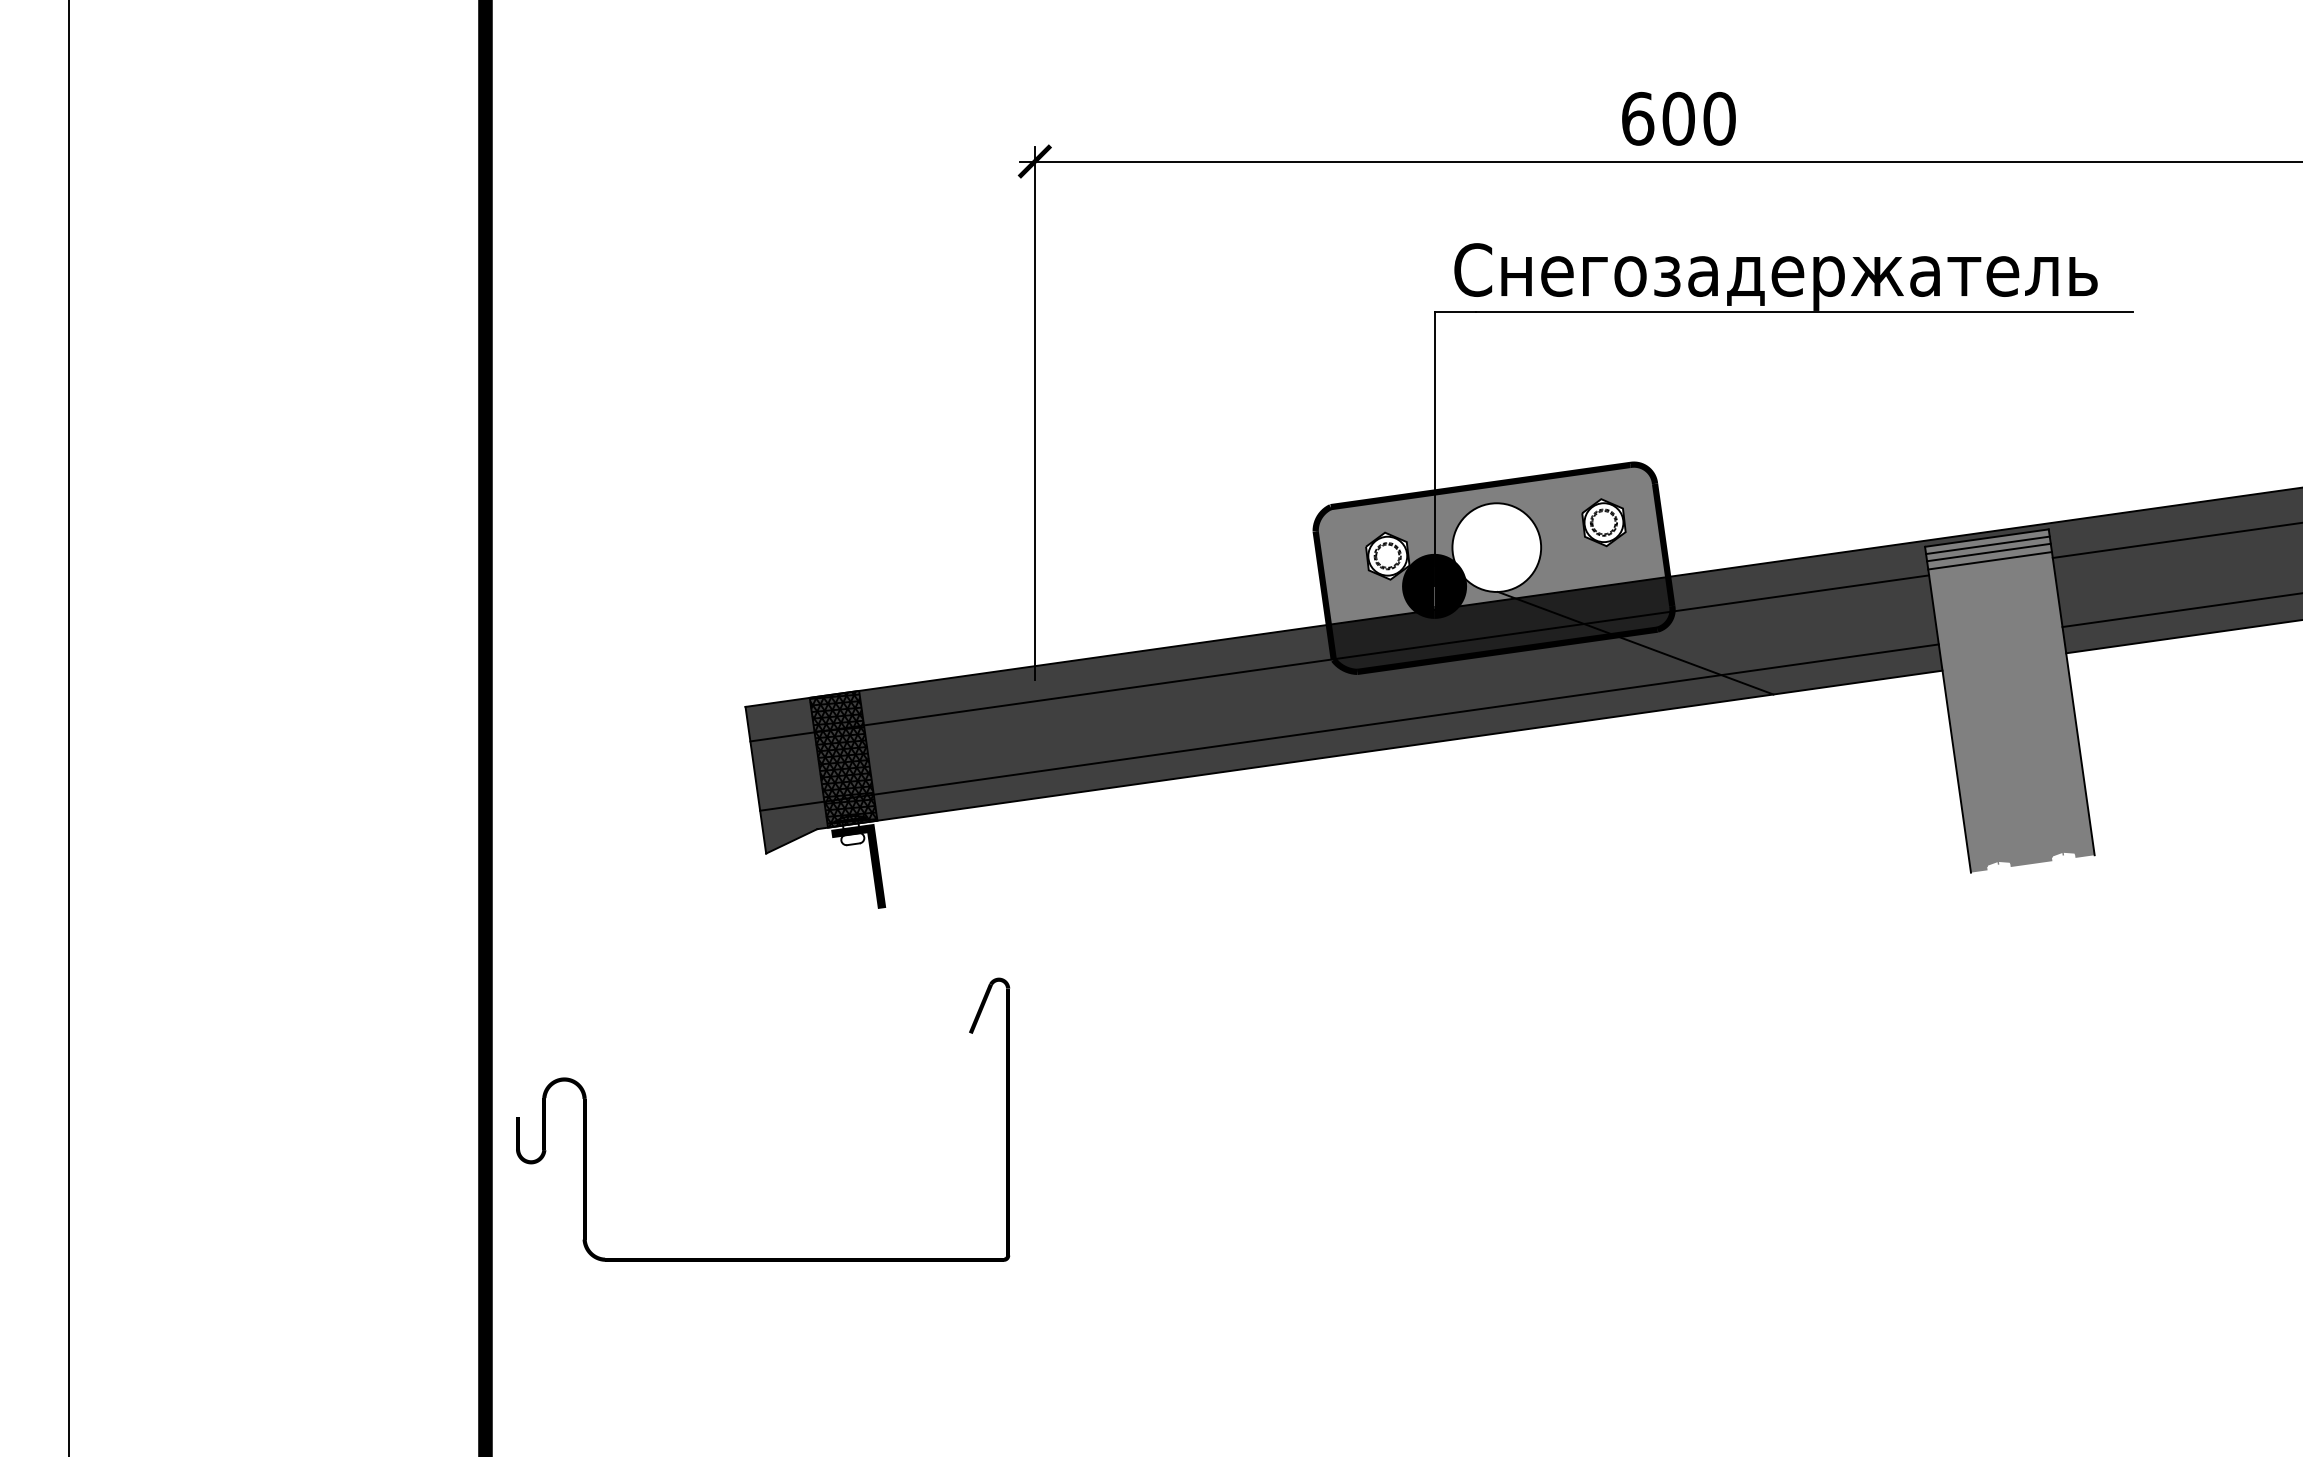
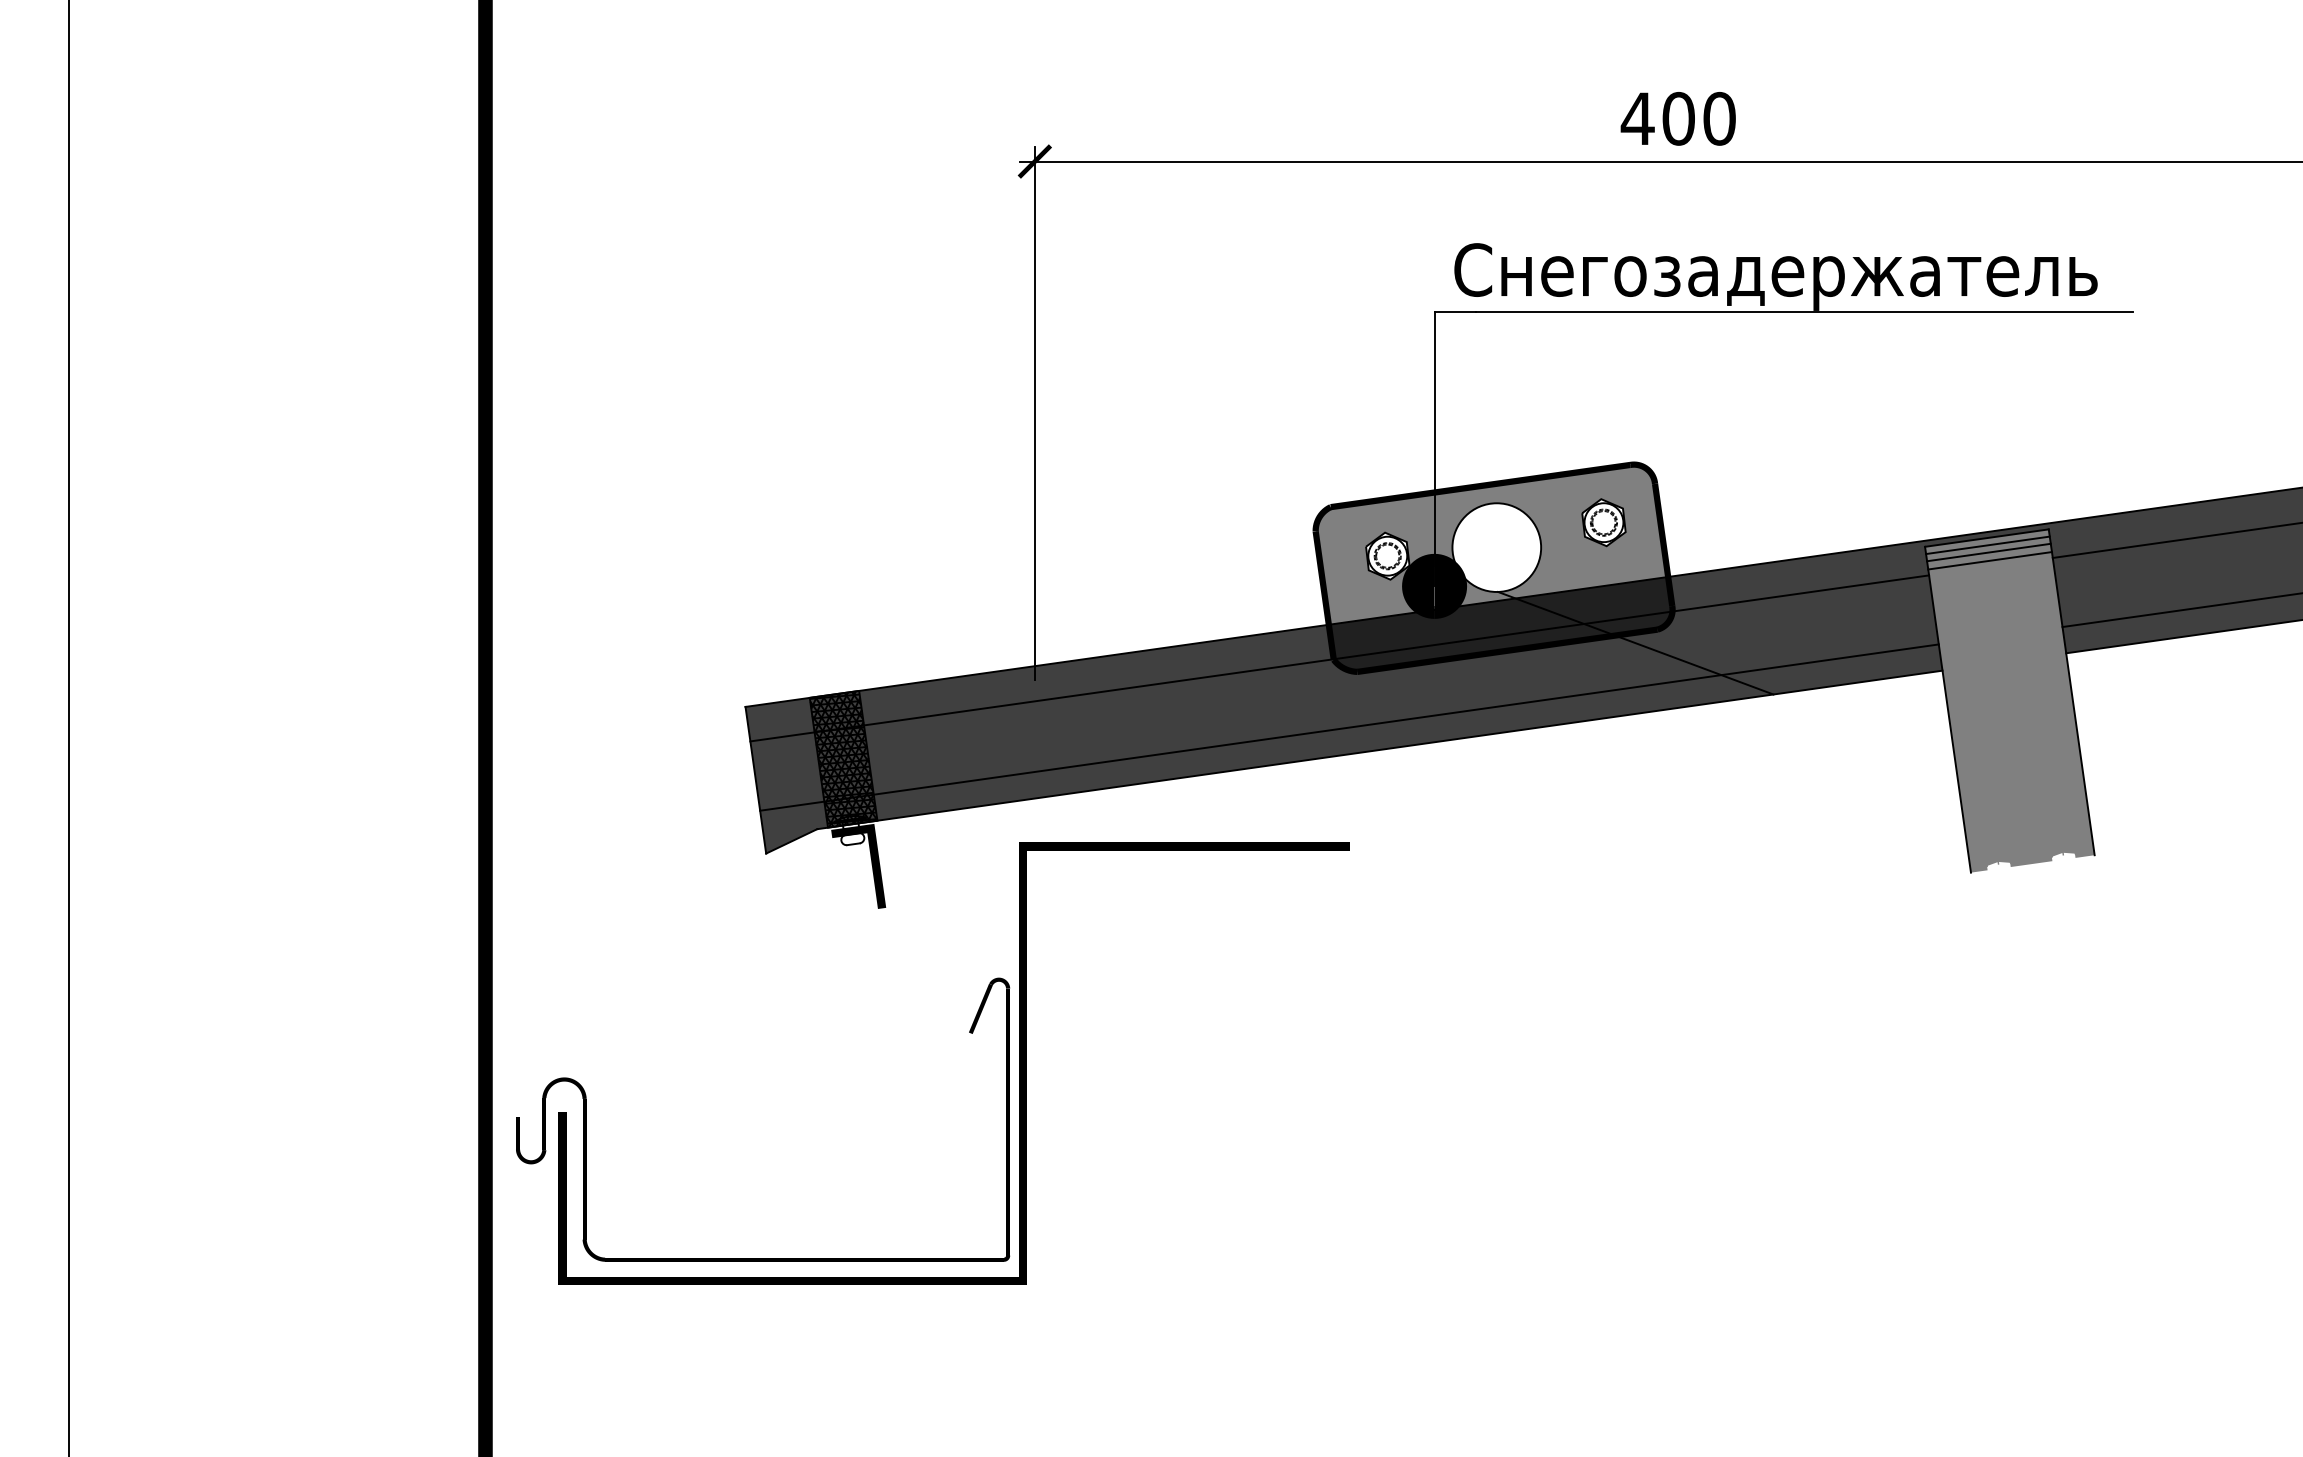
text at (1637, 118): 600 -> 400
line at (1019, 1063): none -> present
